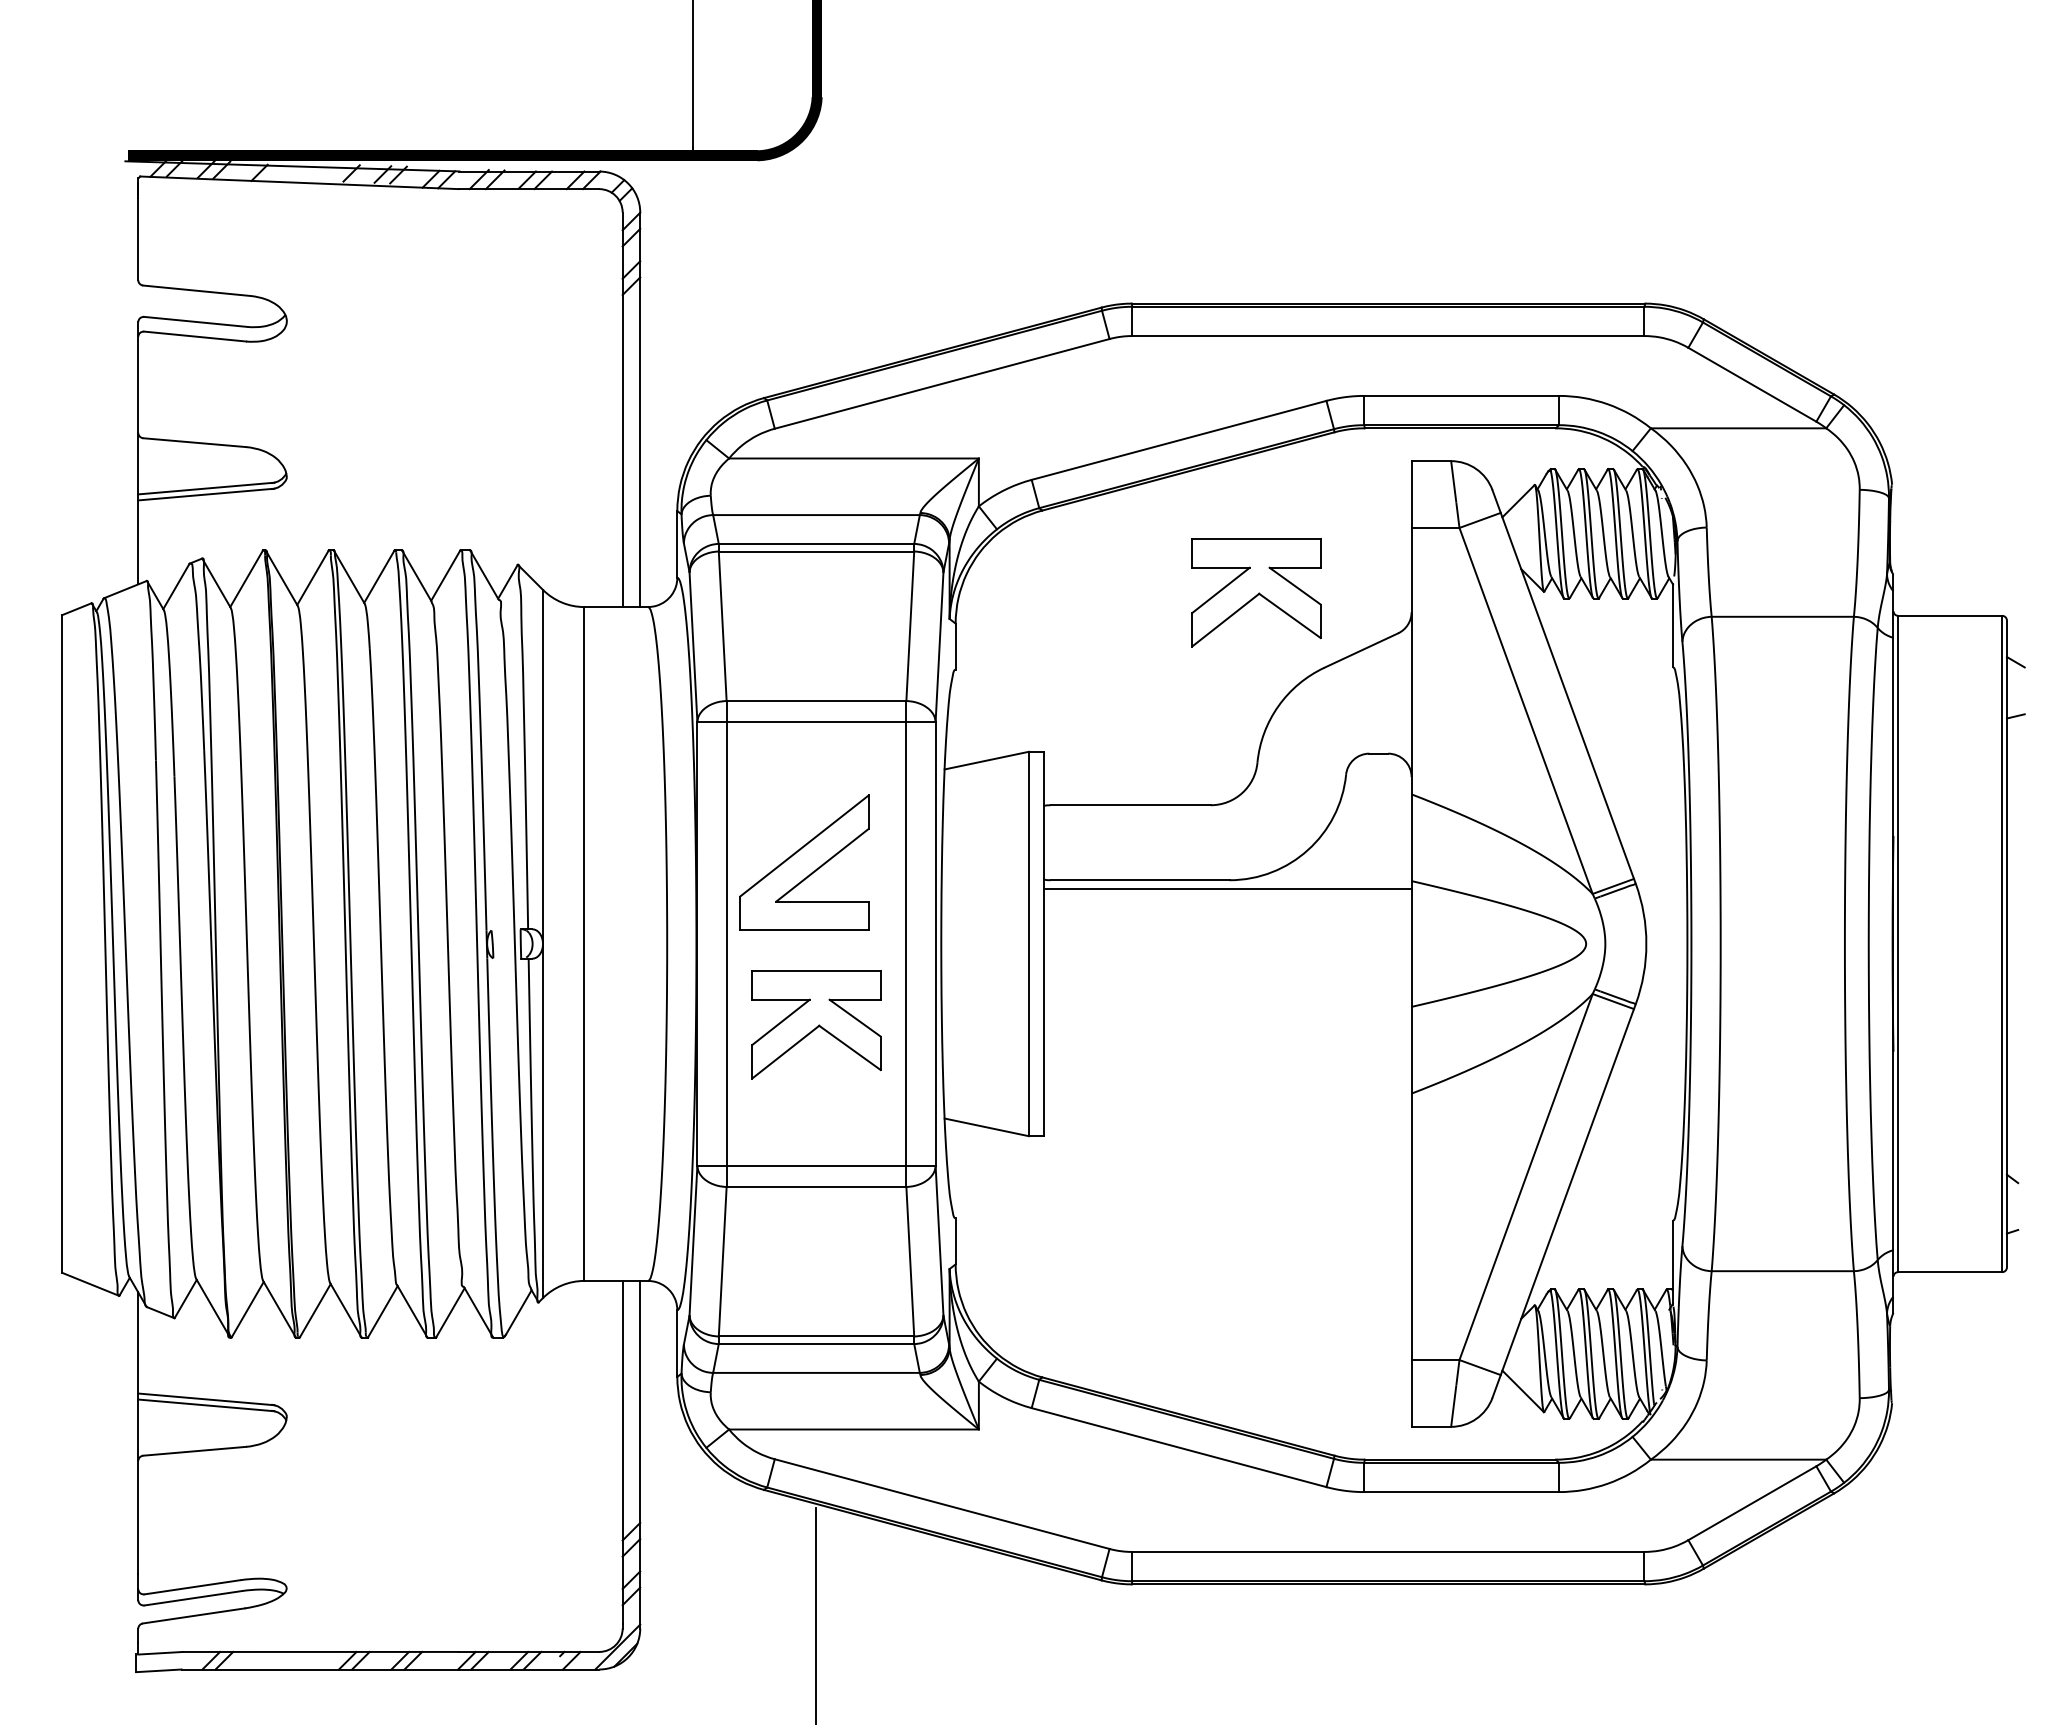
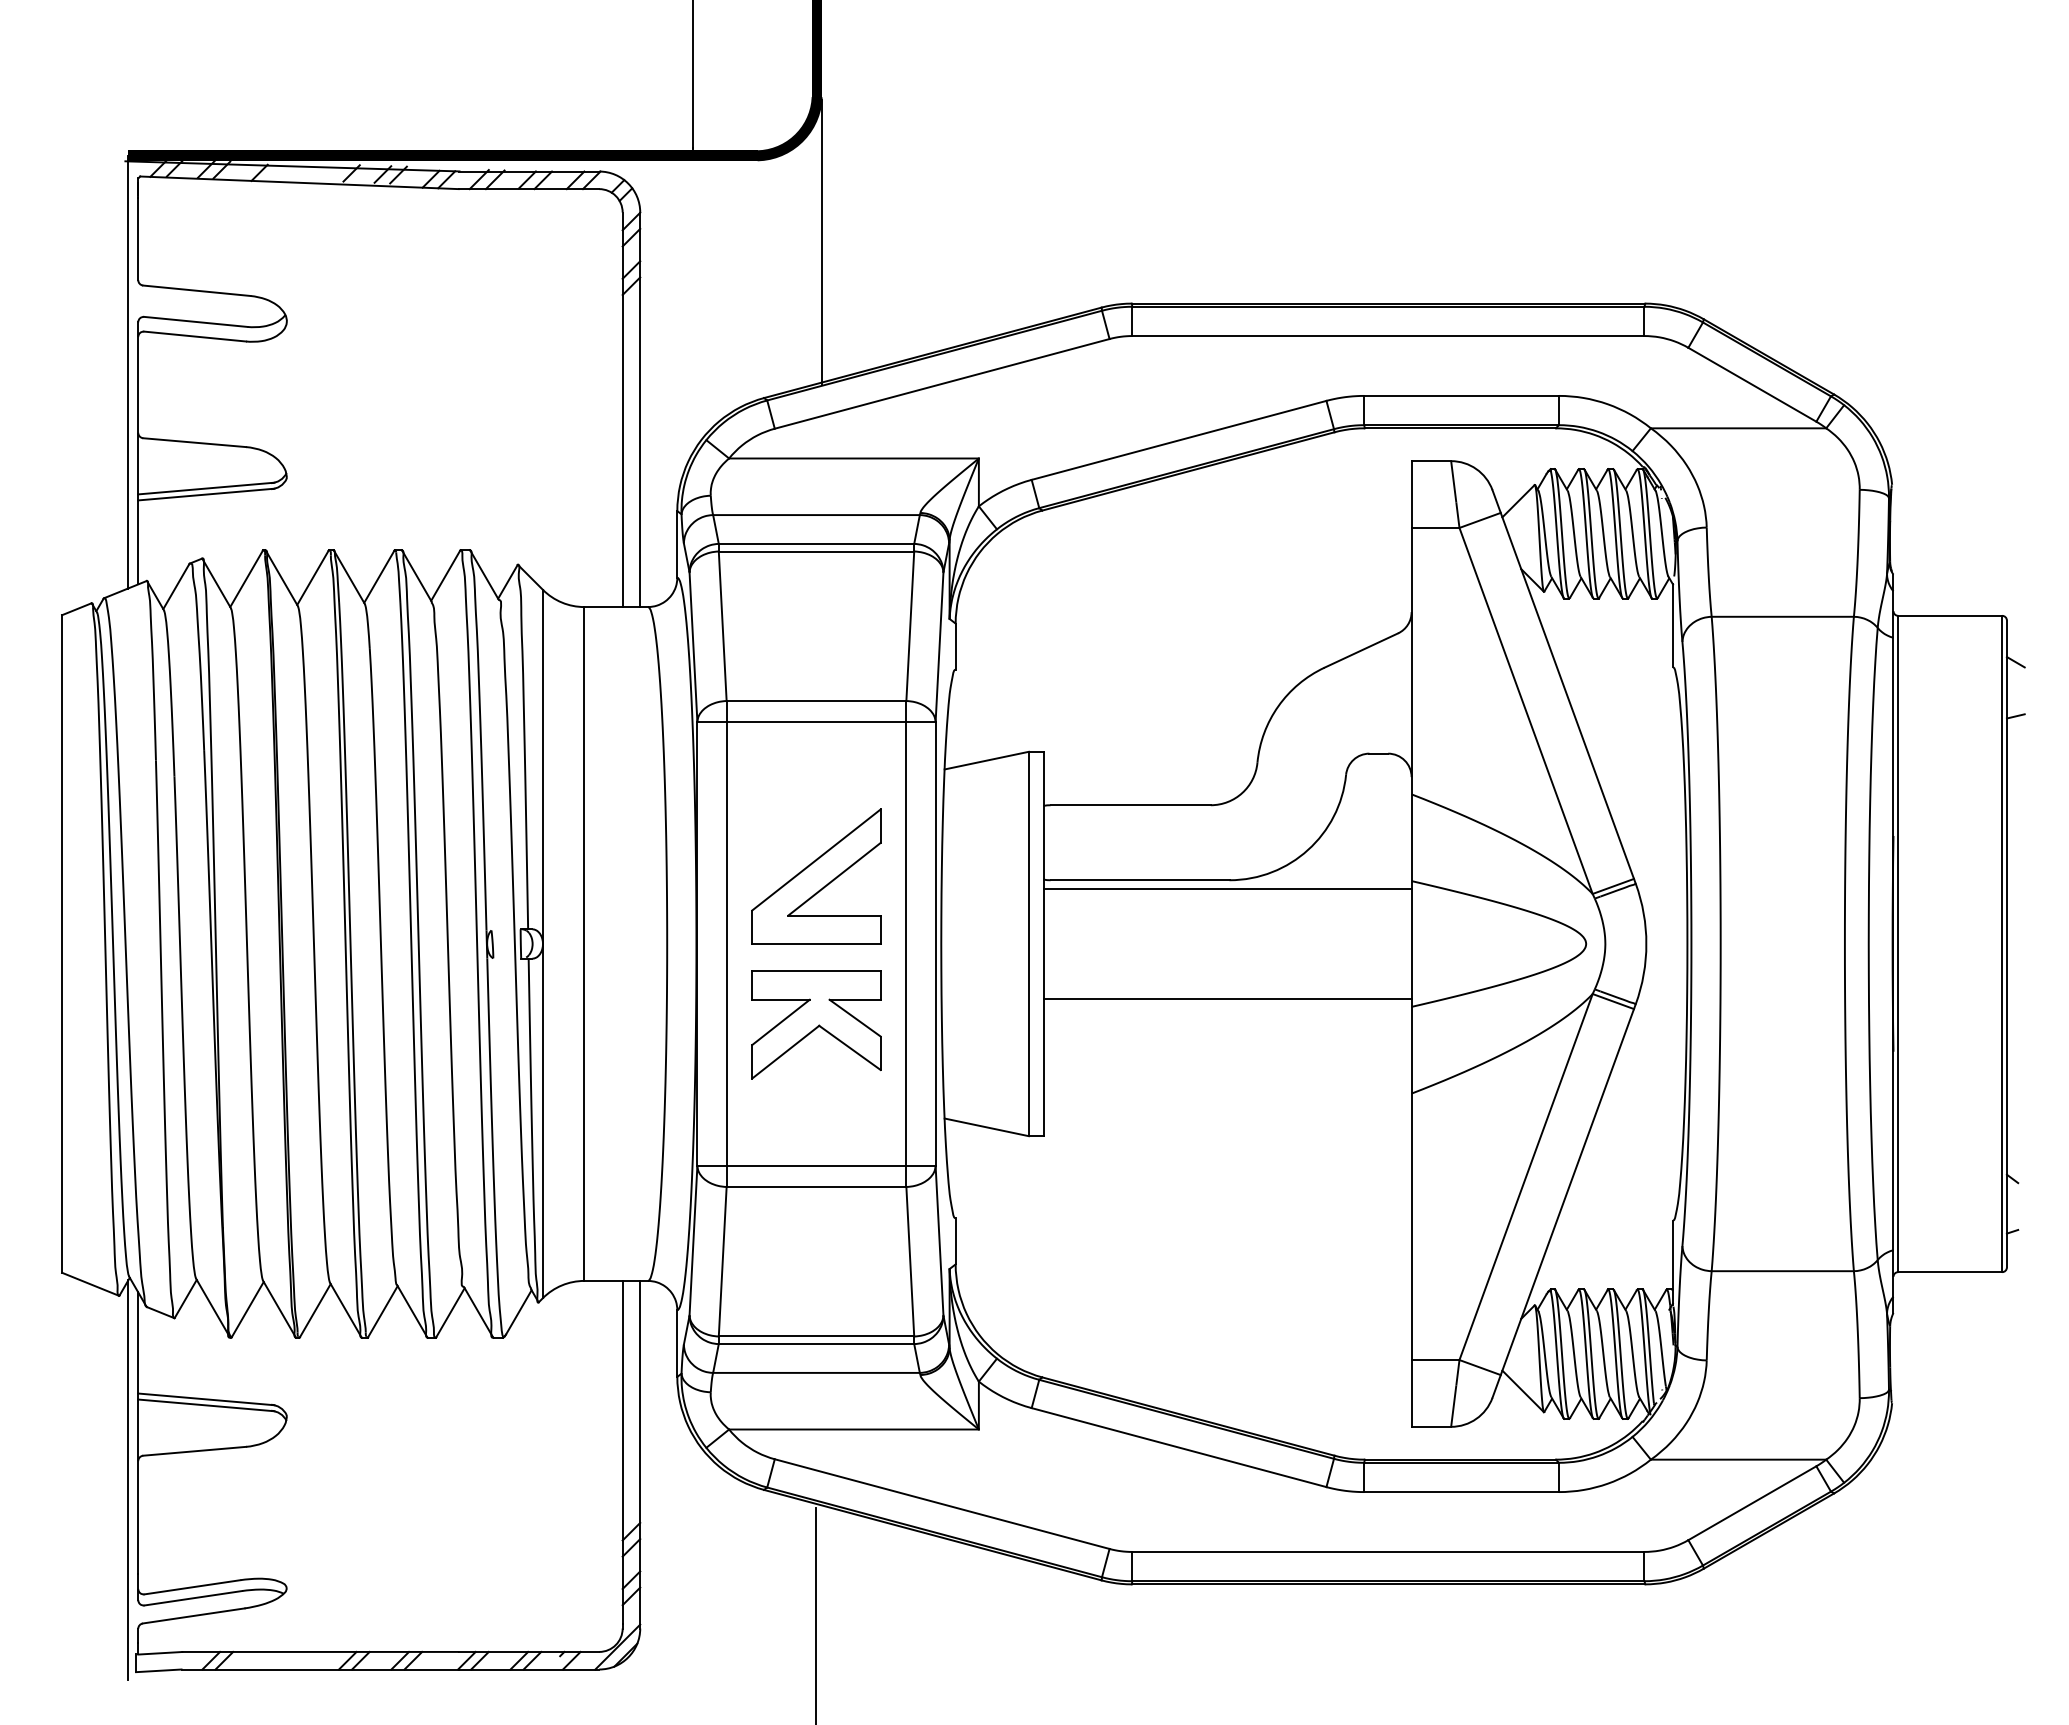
line at (822, 242): none -> present
line at (128, 371): none -> present
part at (1256, 592): present -> none
part at (804, 862) position: (804, 862) -> (816, 876)
line at (1227, 999): none -> present
line at (128, 1480): none -> present
